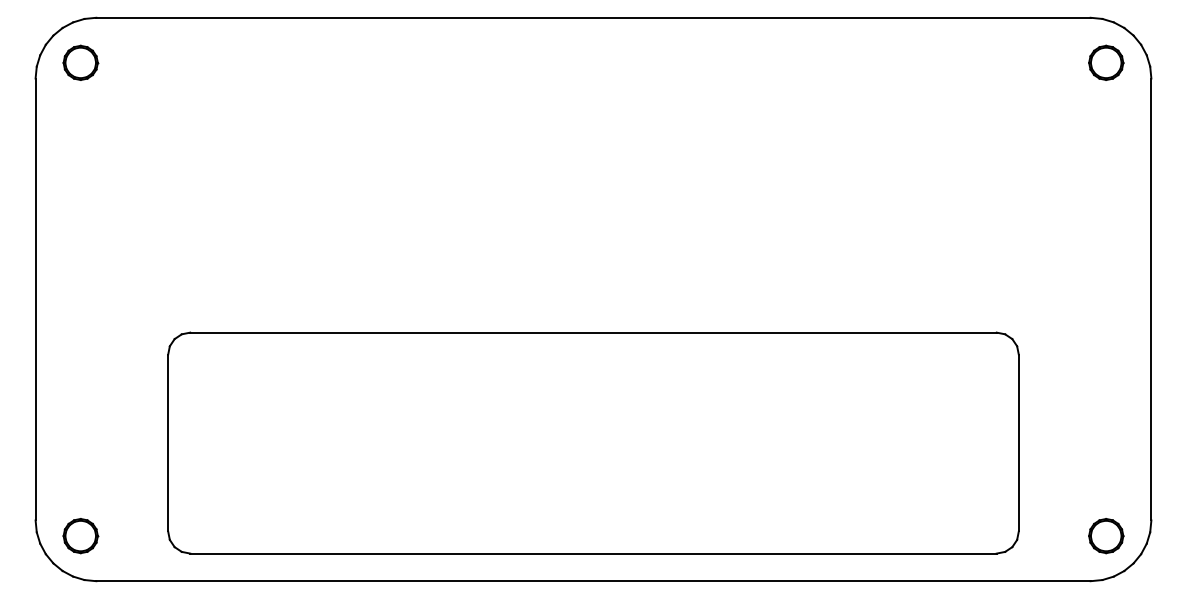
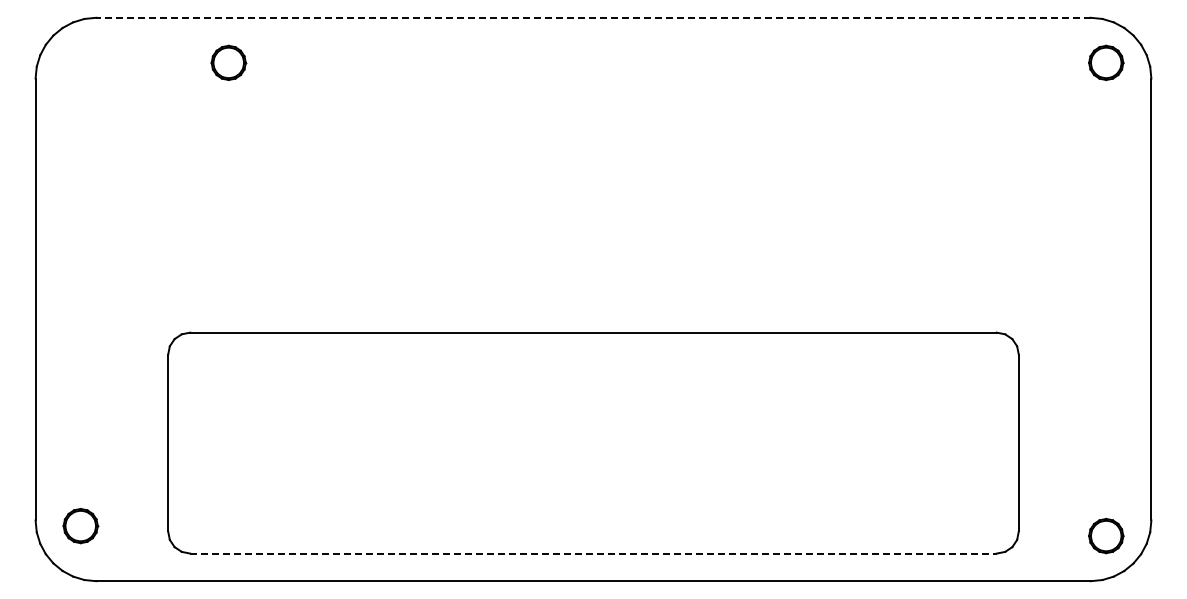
line at (593, 17): solid -> dashed
part at (80, 62) position: (80, 62) -> (228, 62)
part at (80, 536) position: (80, 536) -> (80, 526)
line at (593, 553): solid -> dashed
